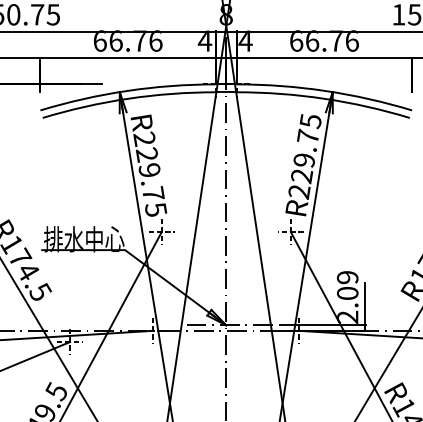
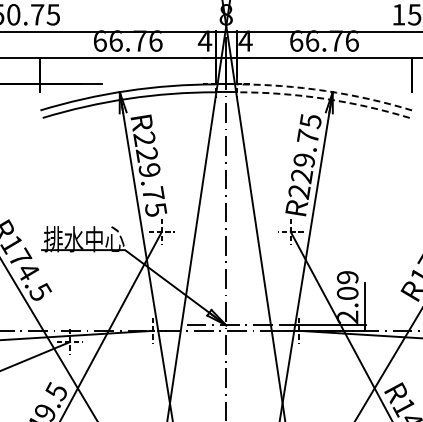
arc at (325, 90): solid -> dashed
arc at (324, 98): solid -> dashed
